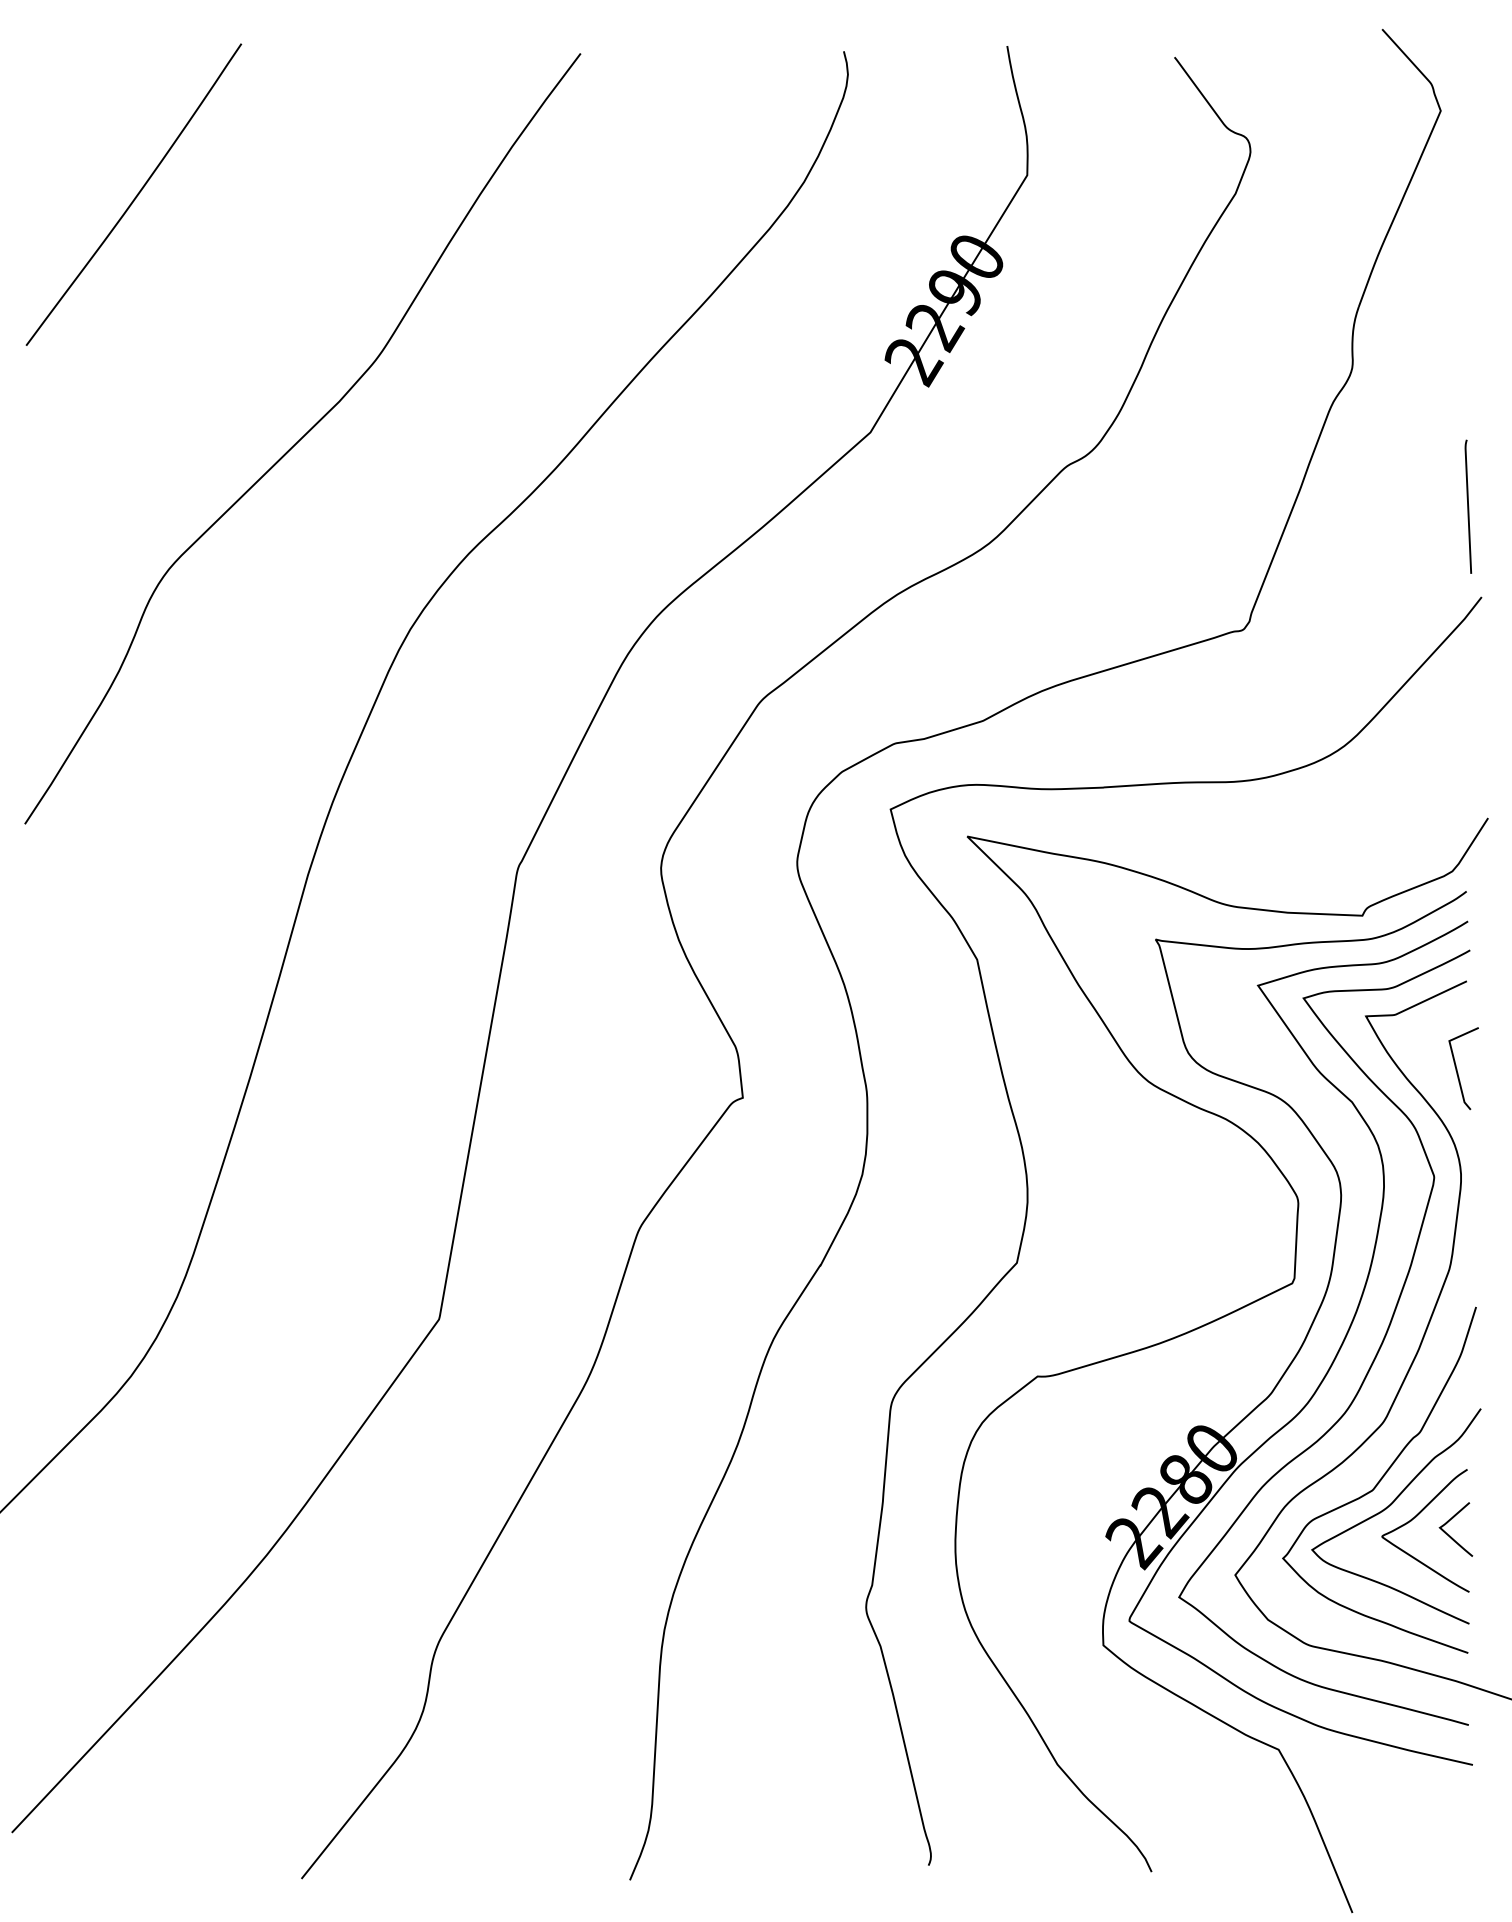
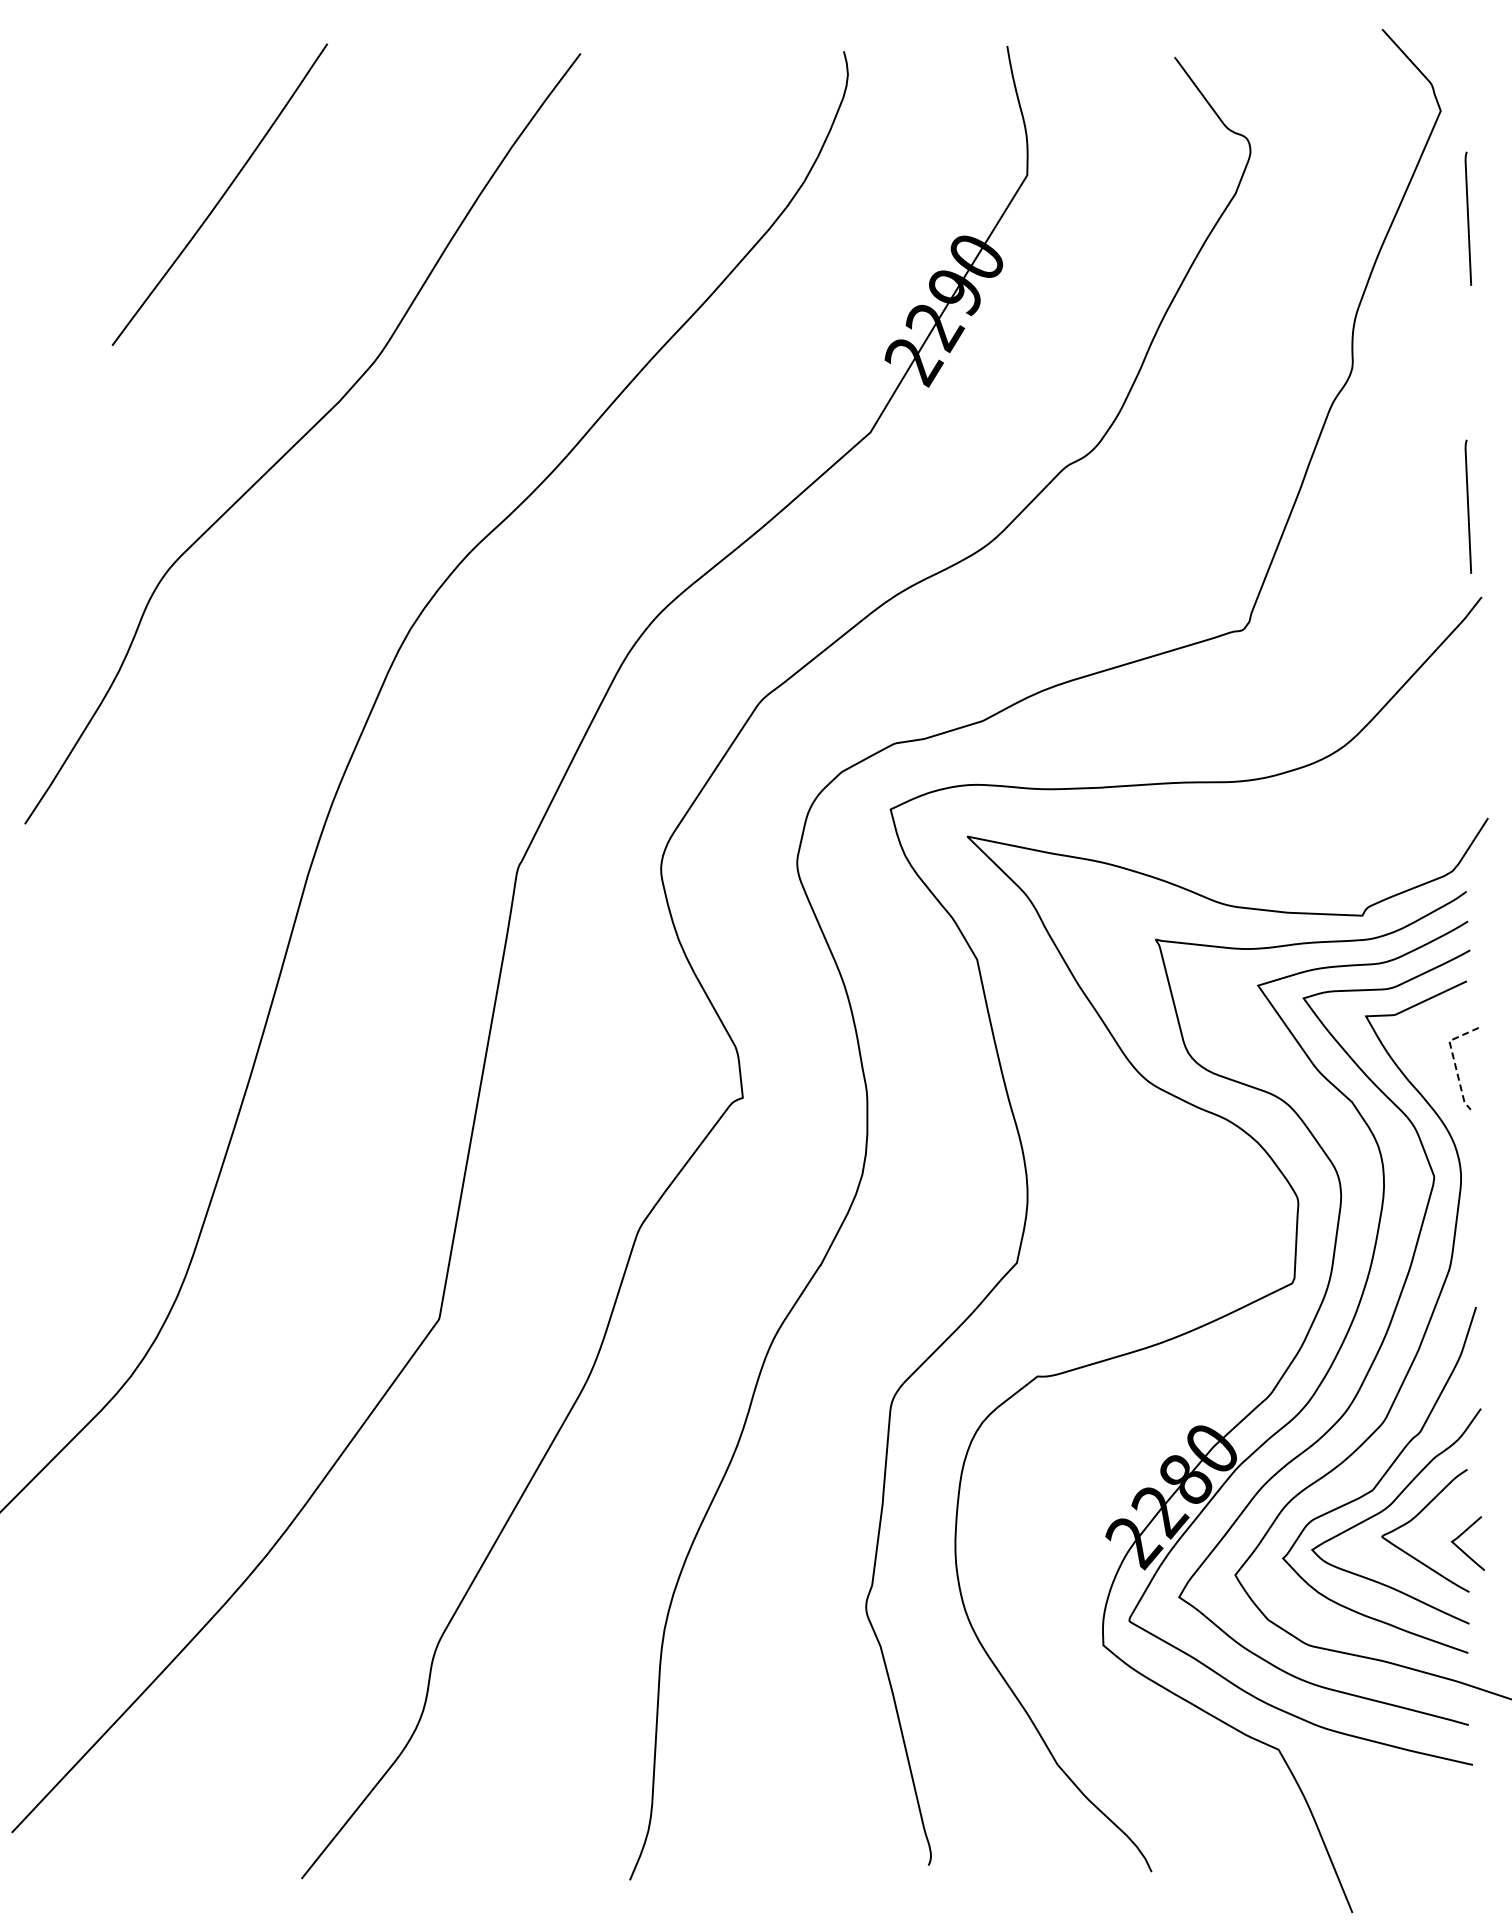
curve at (135, 196) position: (135, 196) -> (221, 196)
curve at (1468, 218): none -> present
line at (1454, 1061): solid -> dashed
curve at (1449, 1534) position: (1449, 1534) -> (1461, 1548)
